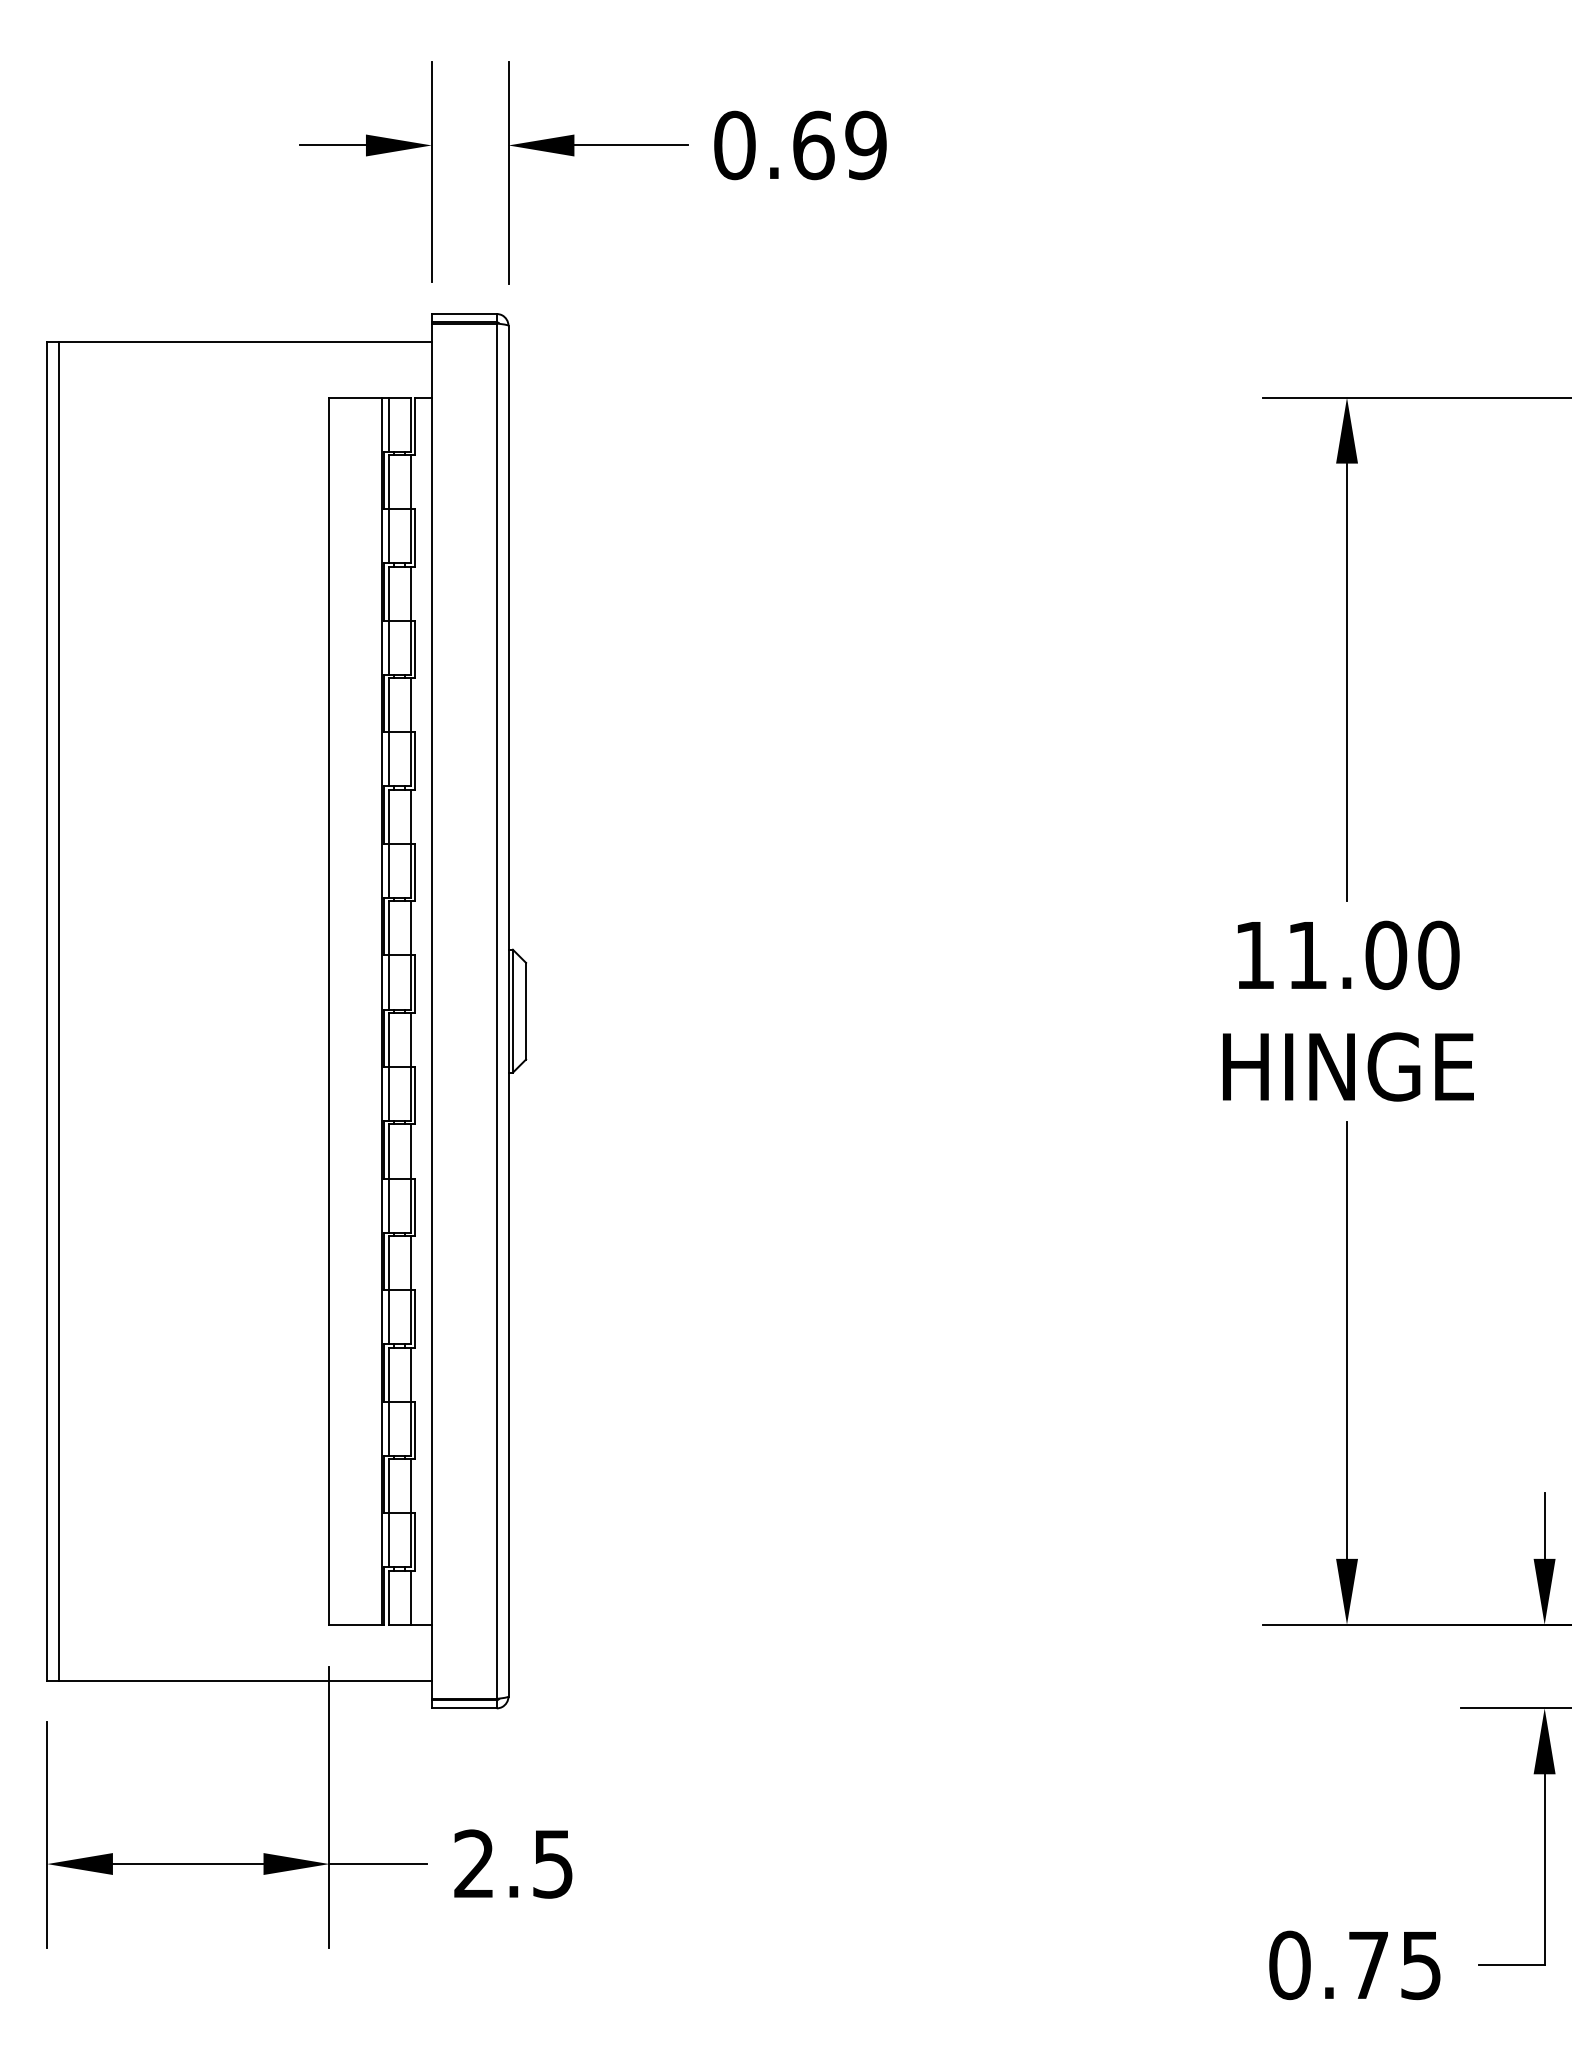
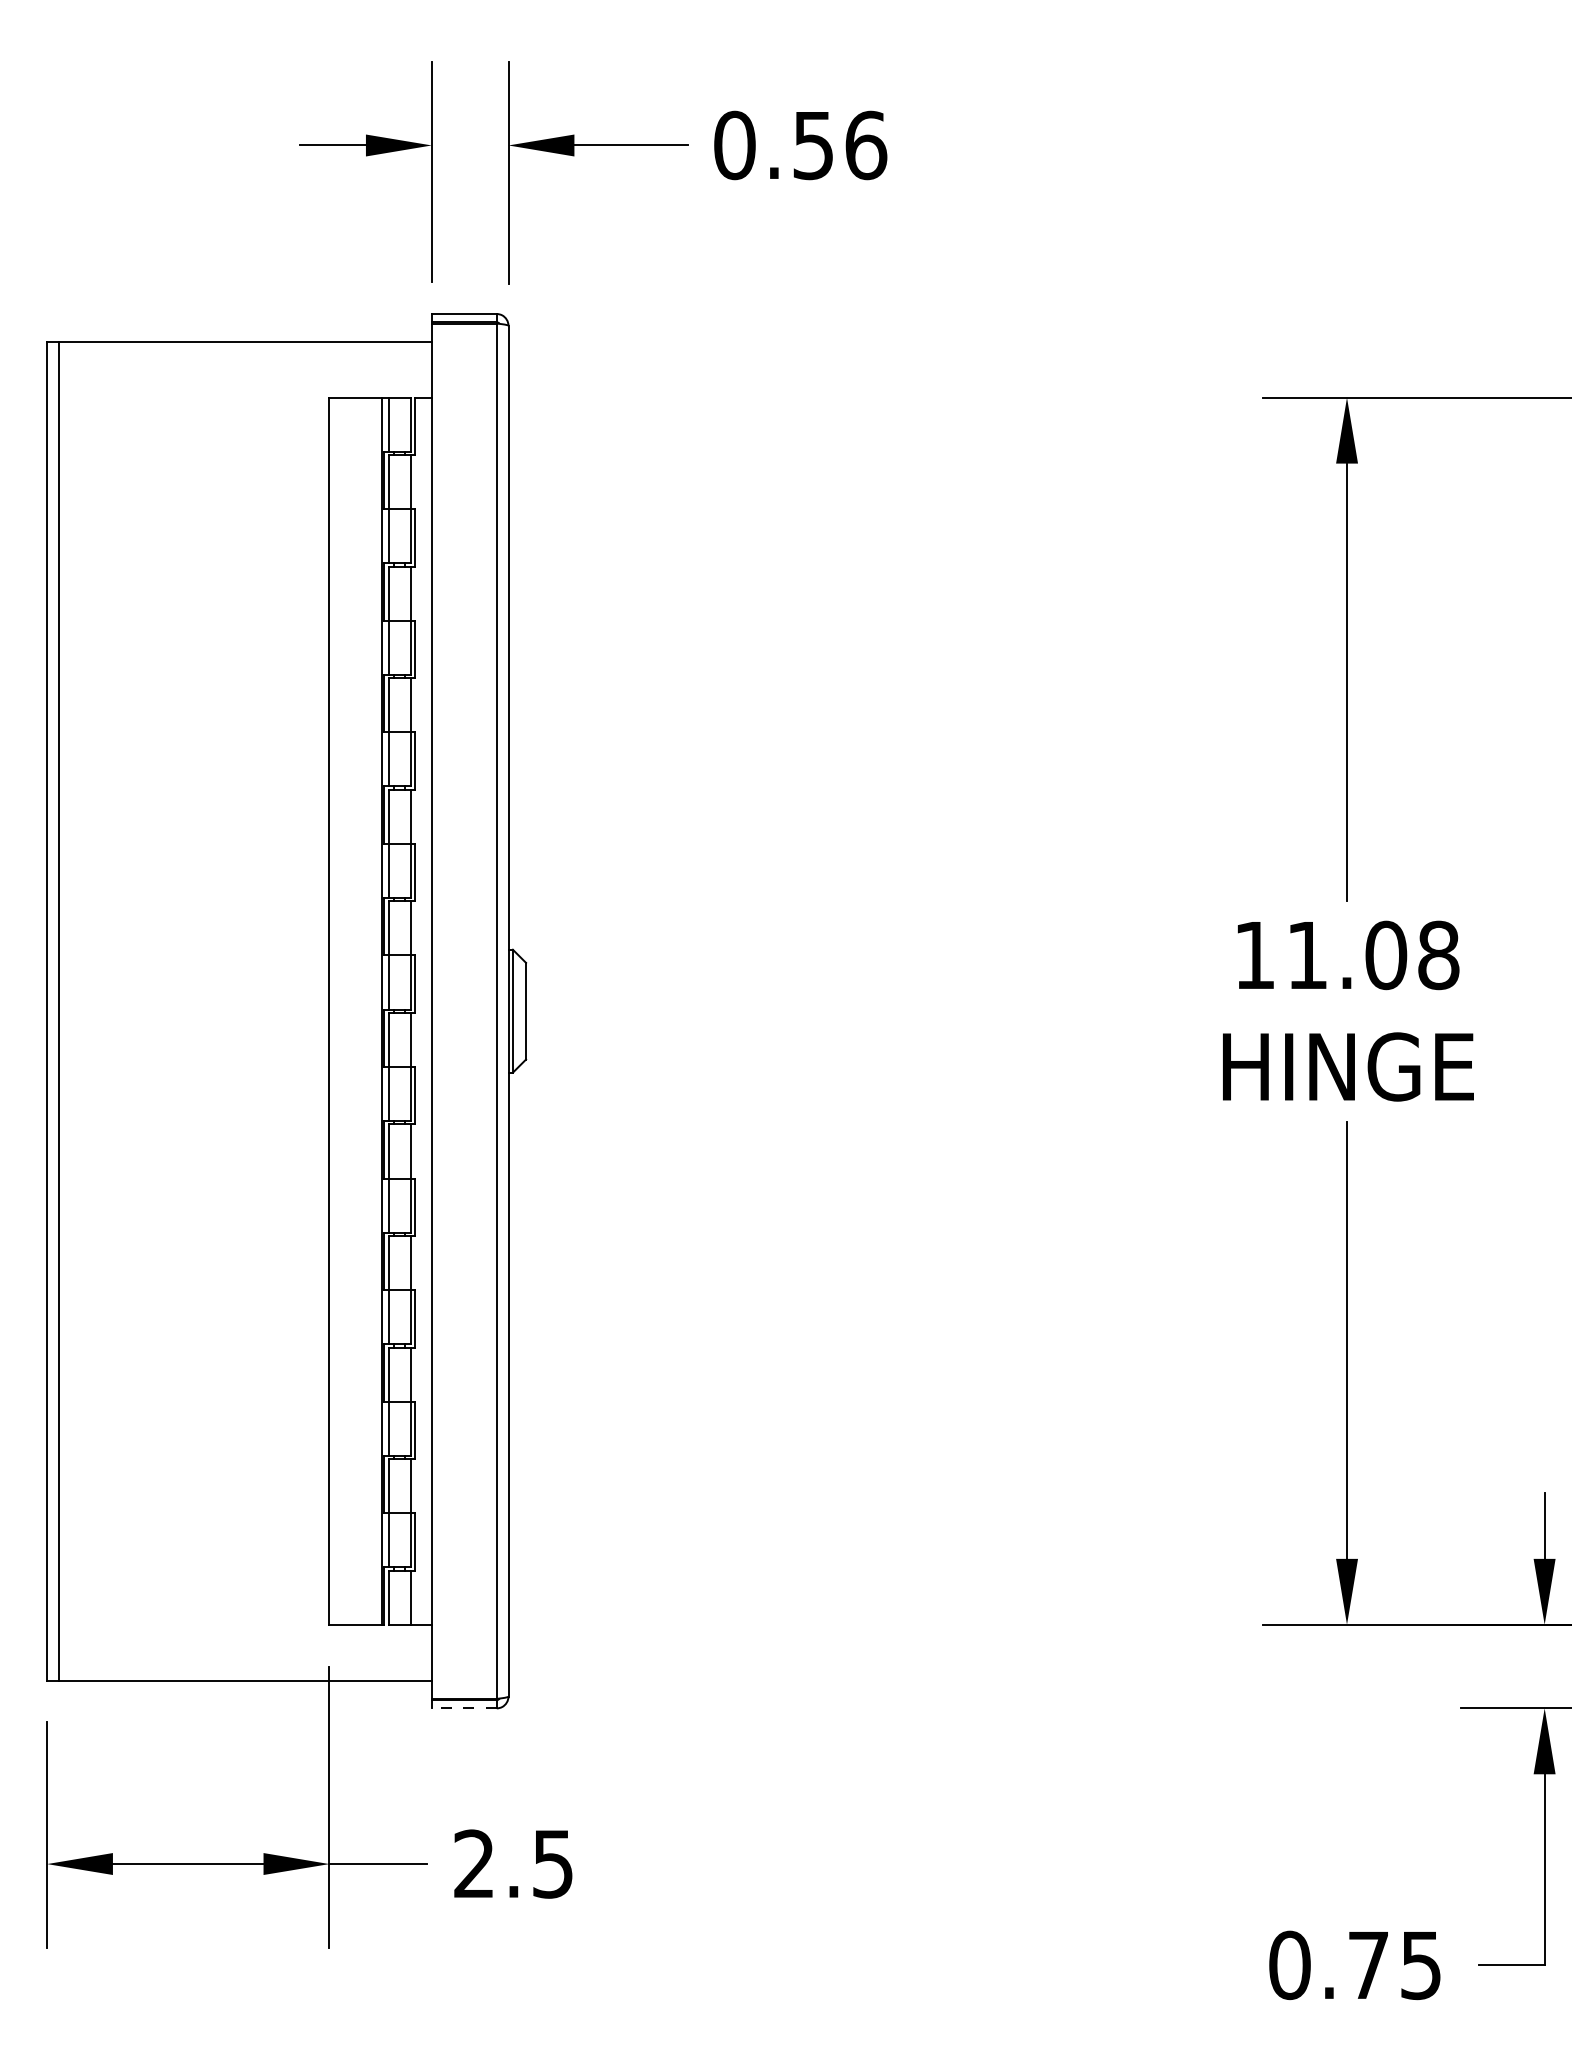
text at (840, 145): 0.69 -> 0.56
text at (1438, 955): 11.00 -> 11.08
line at (463, 1708): solid -> dashed
